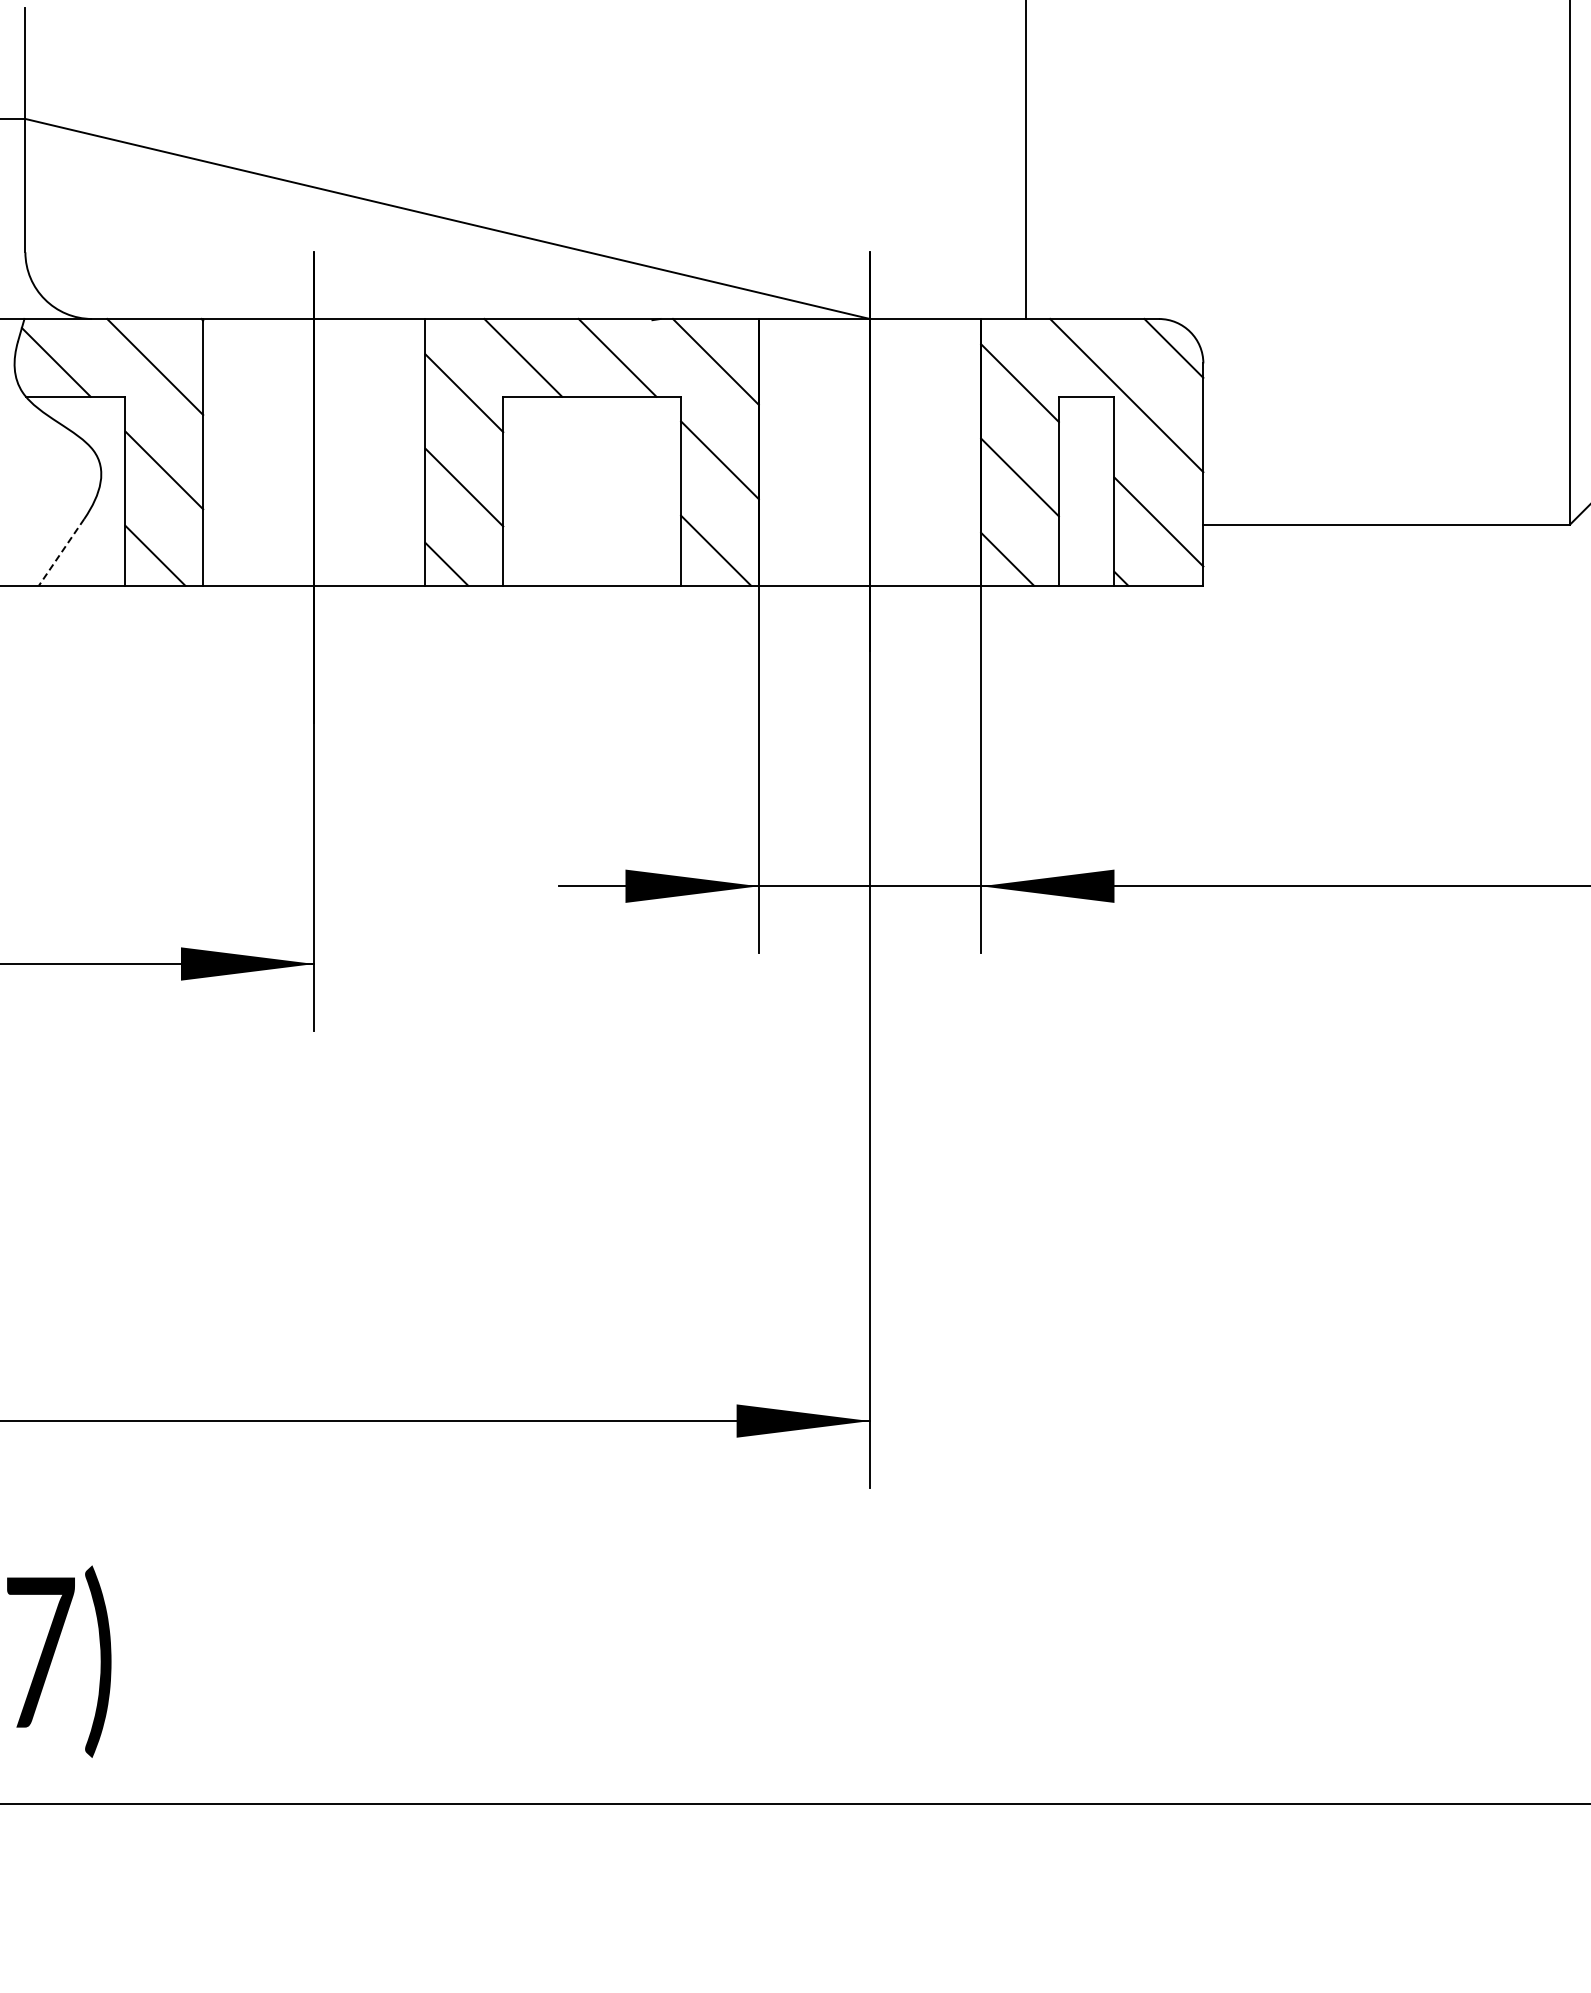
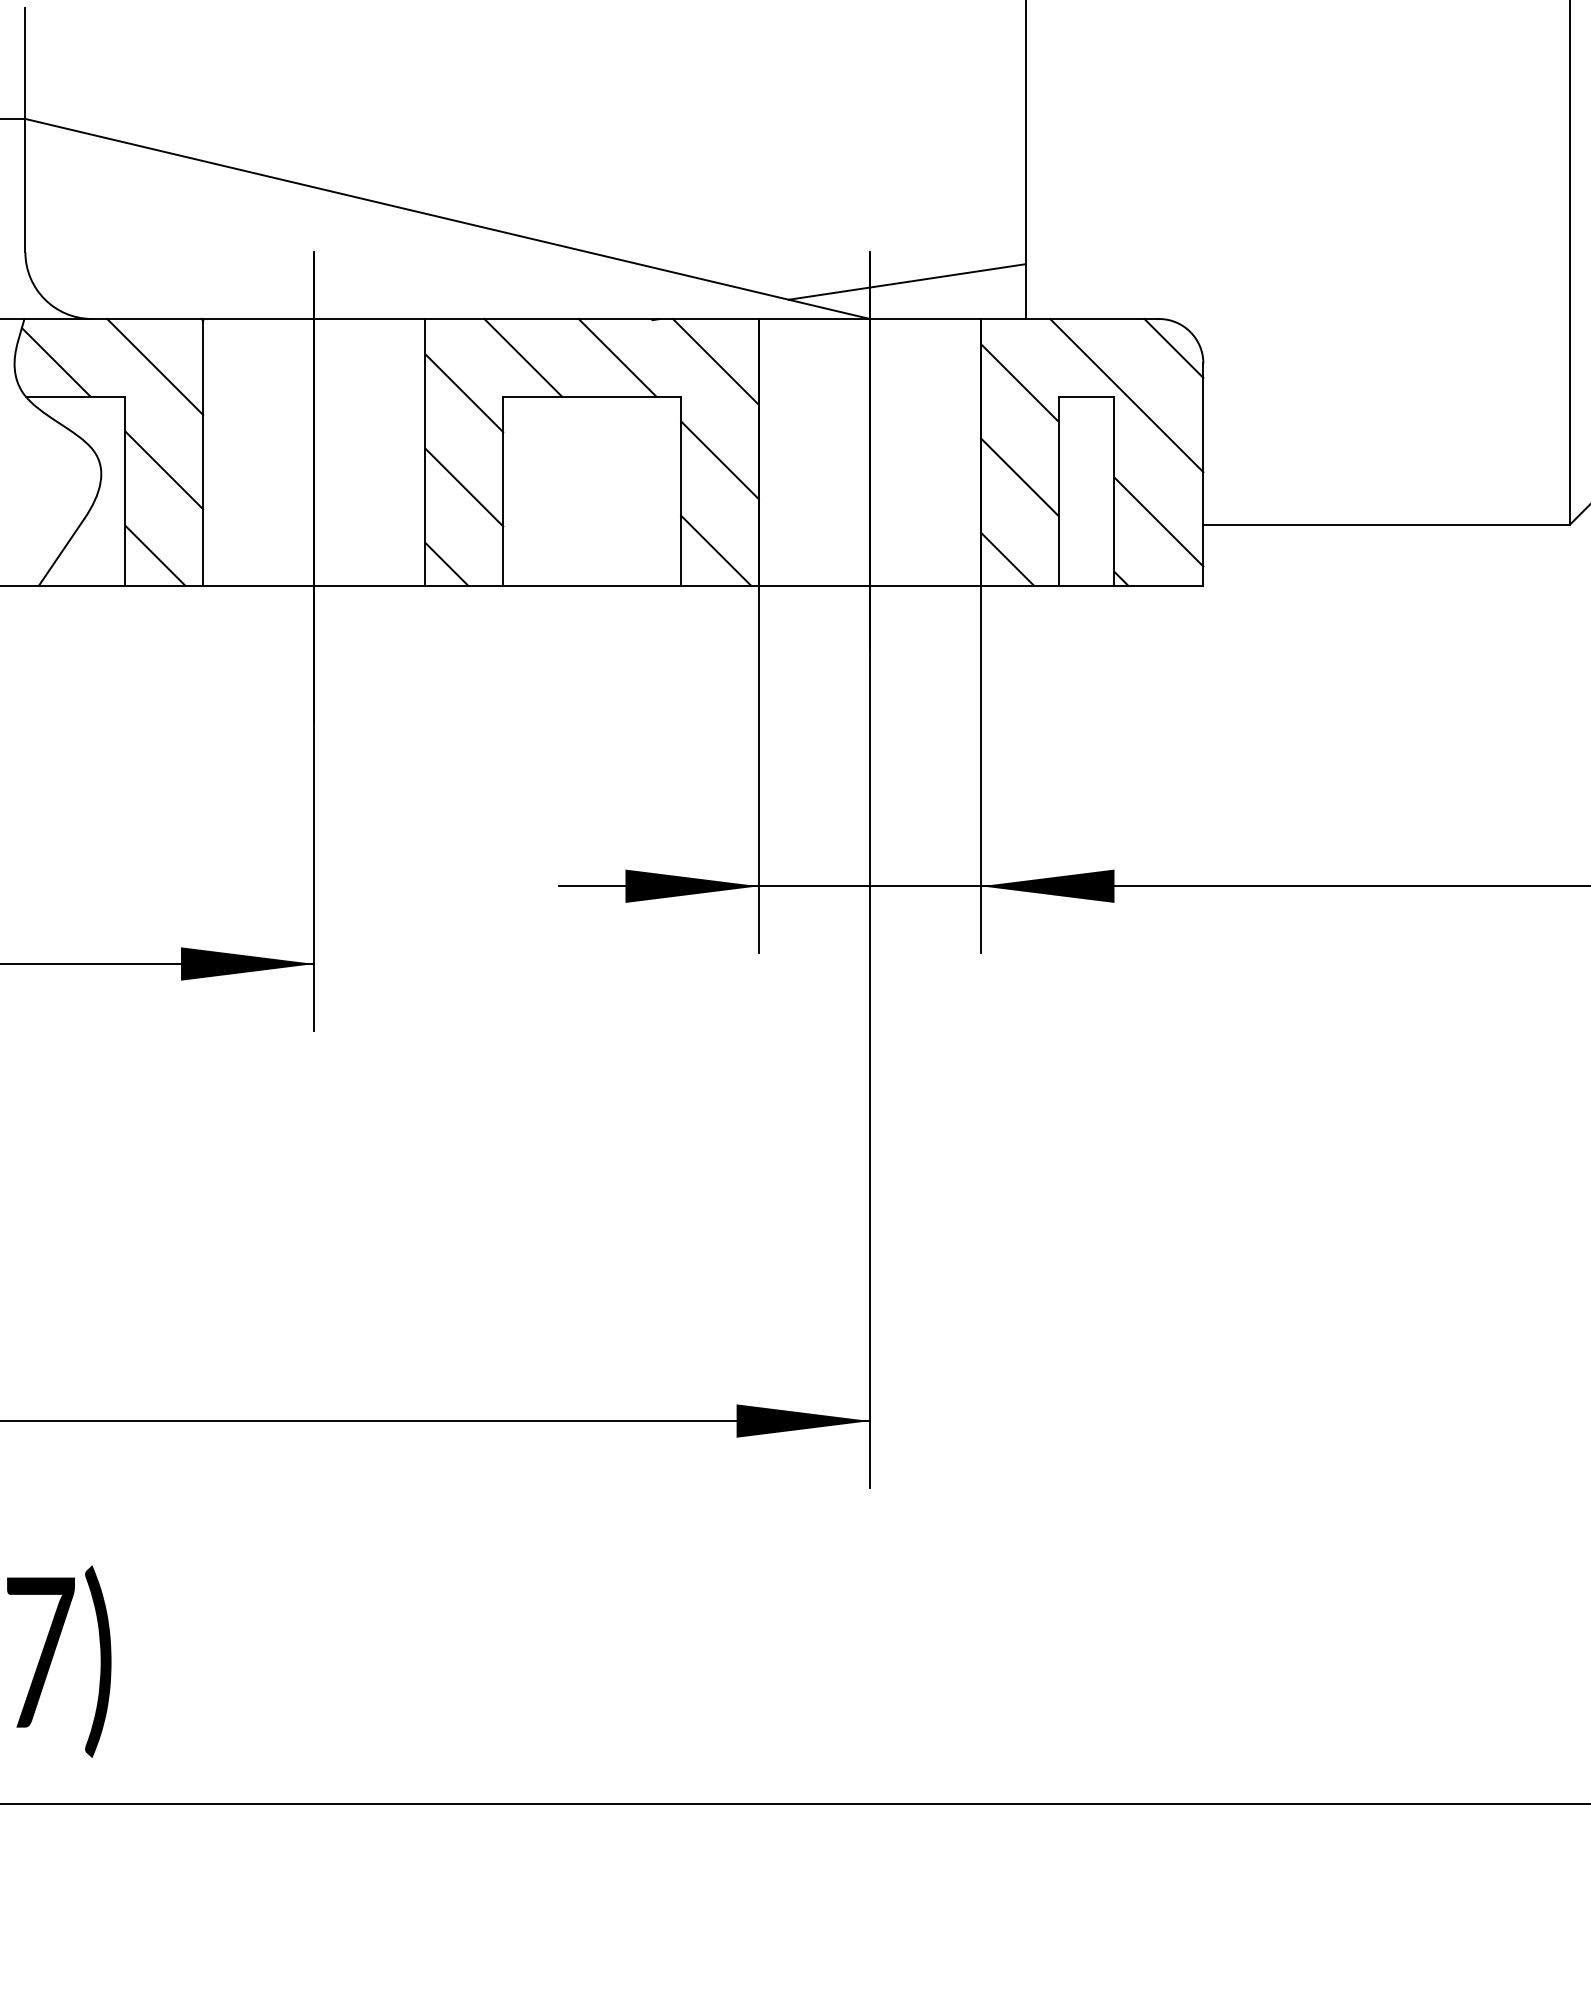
line at (906, 281): none -> present
line at (61, 552): dashed -> solid
